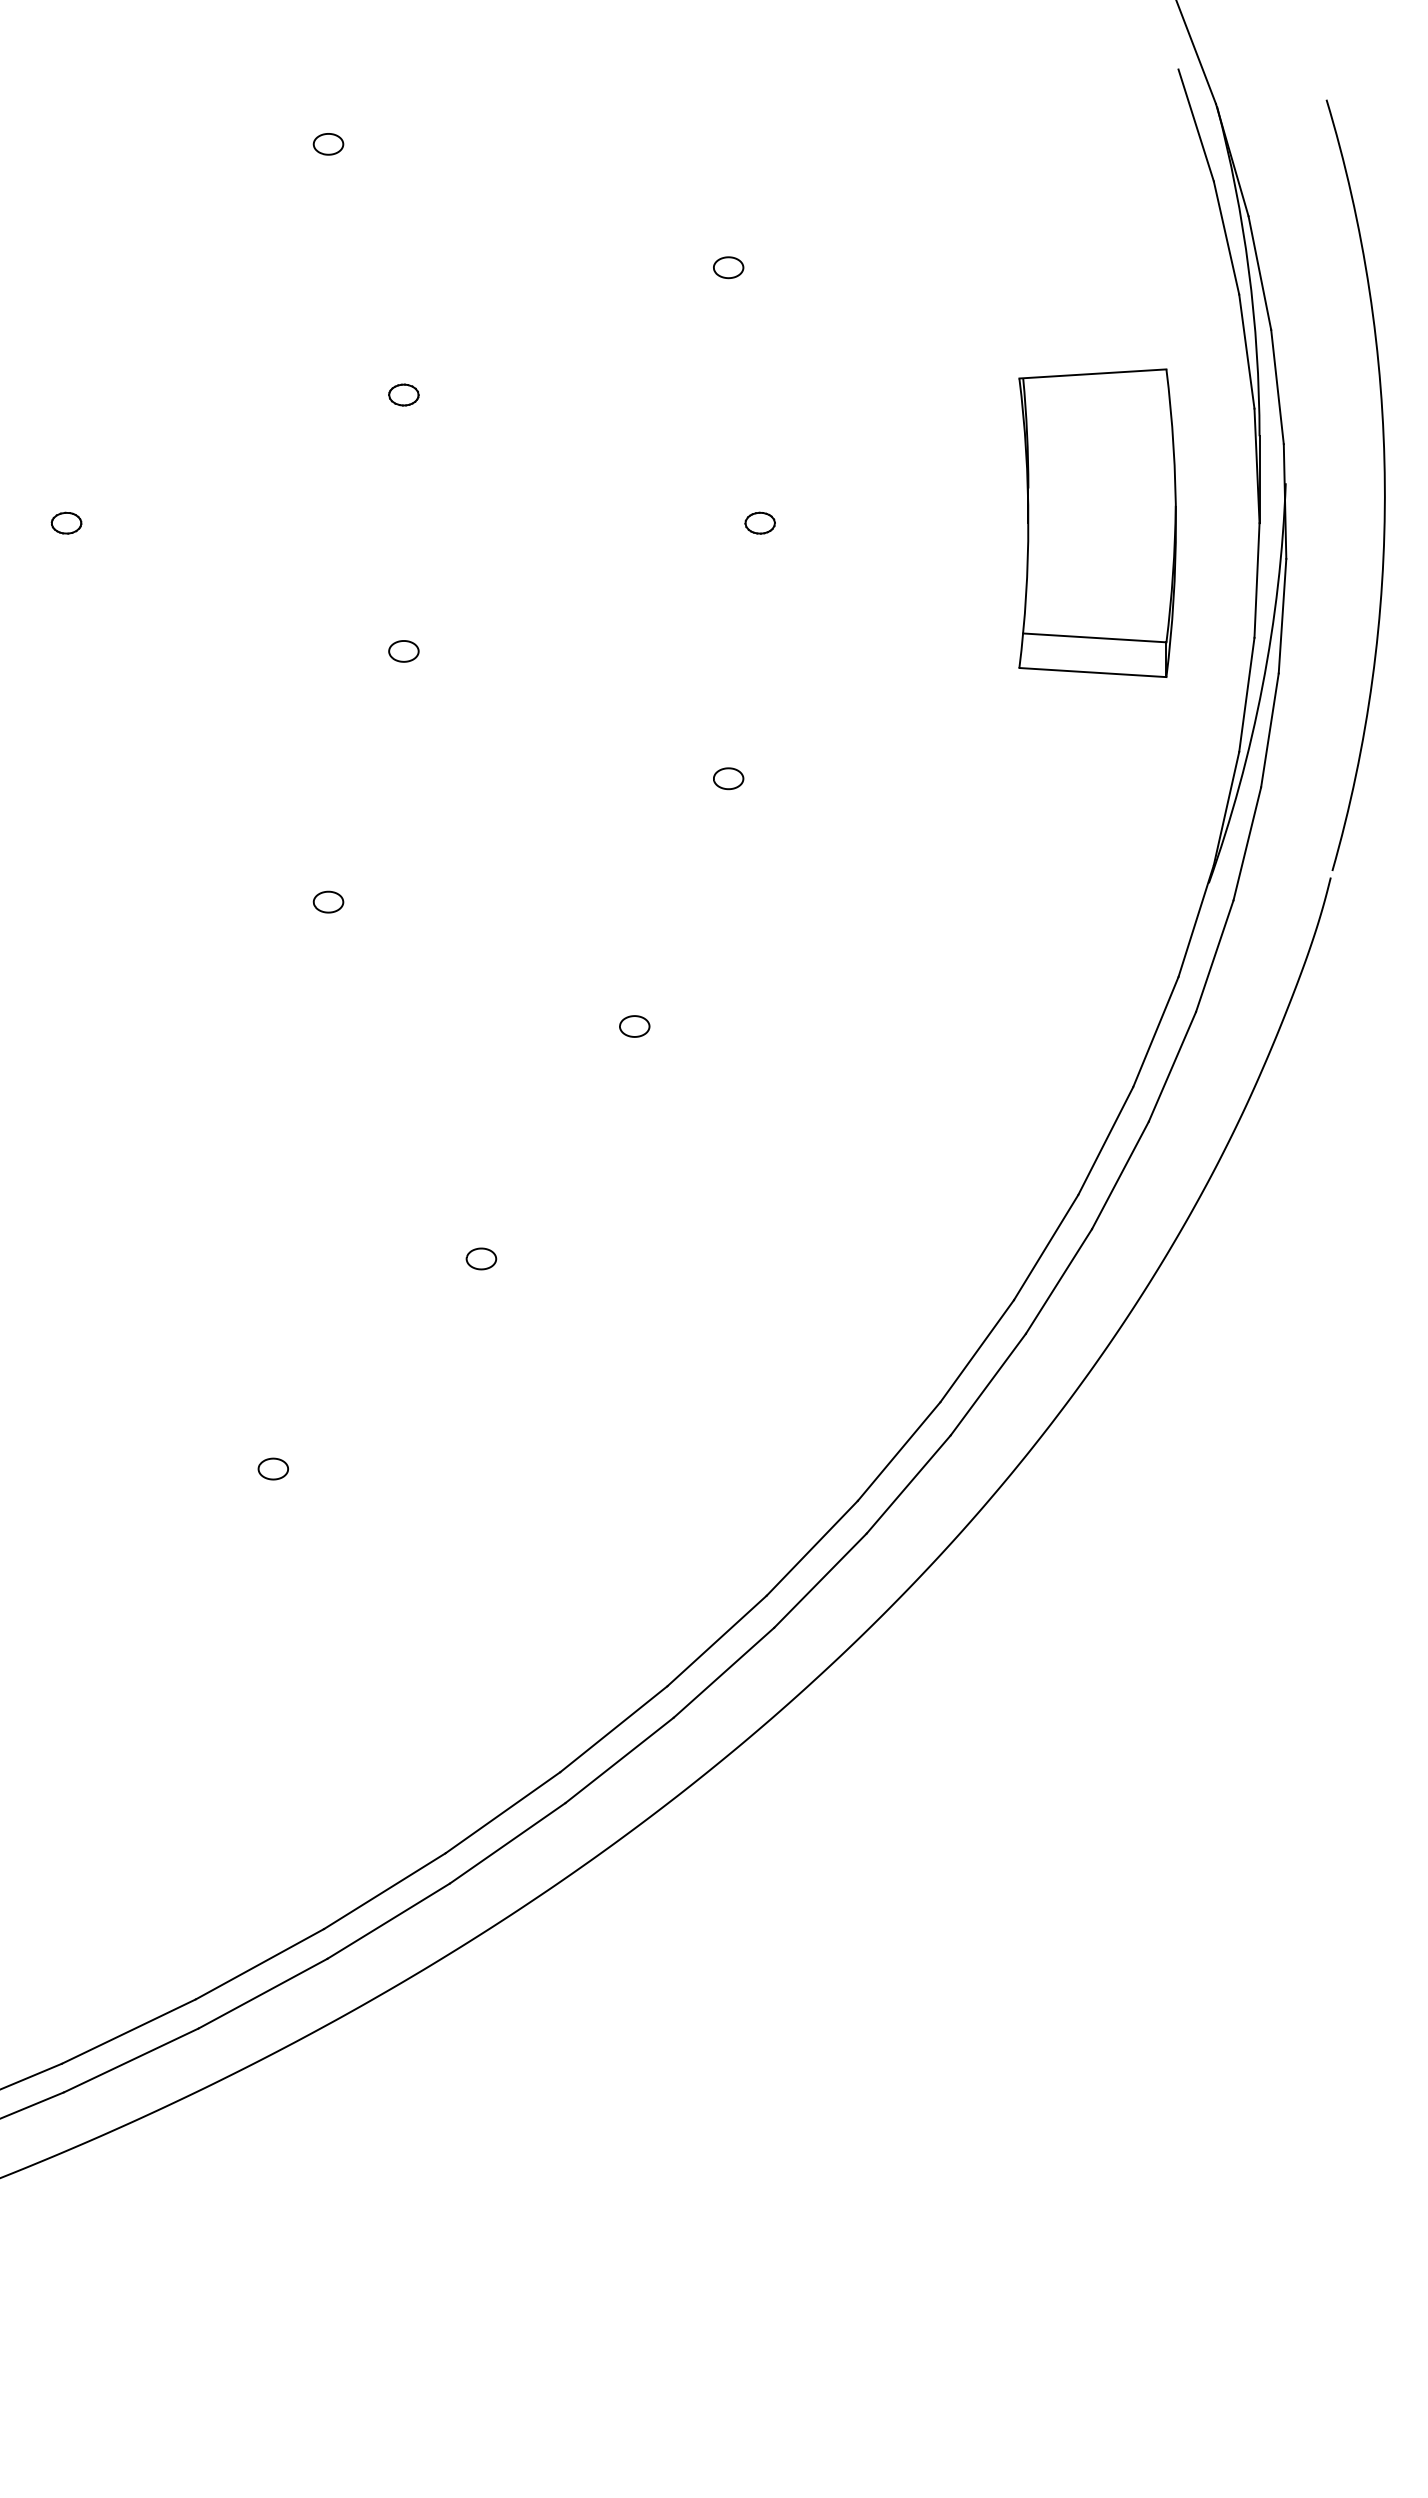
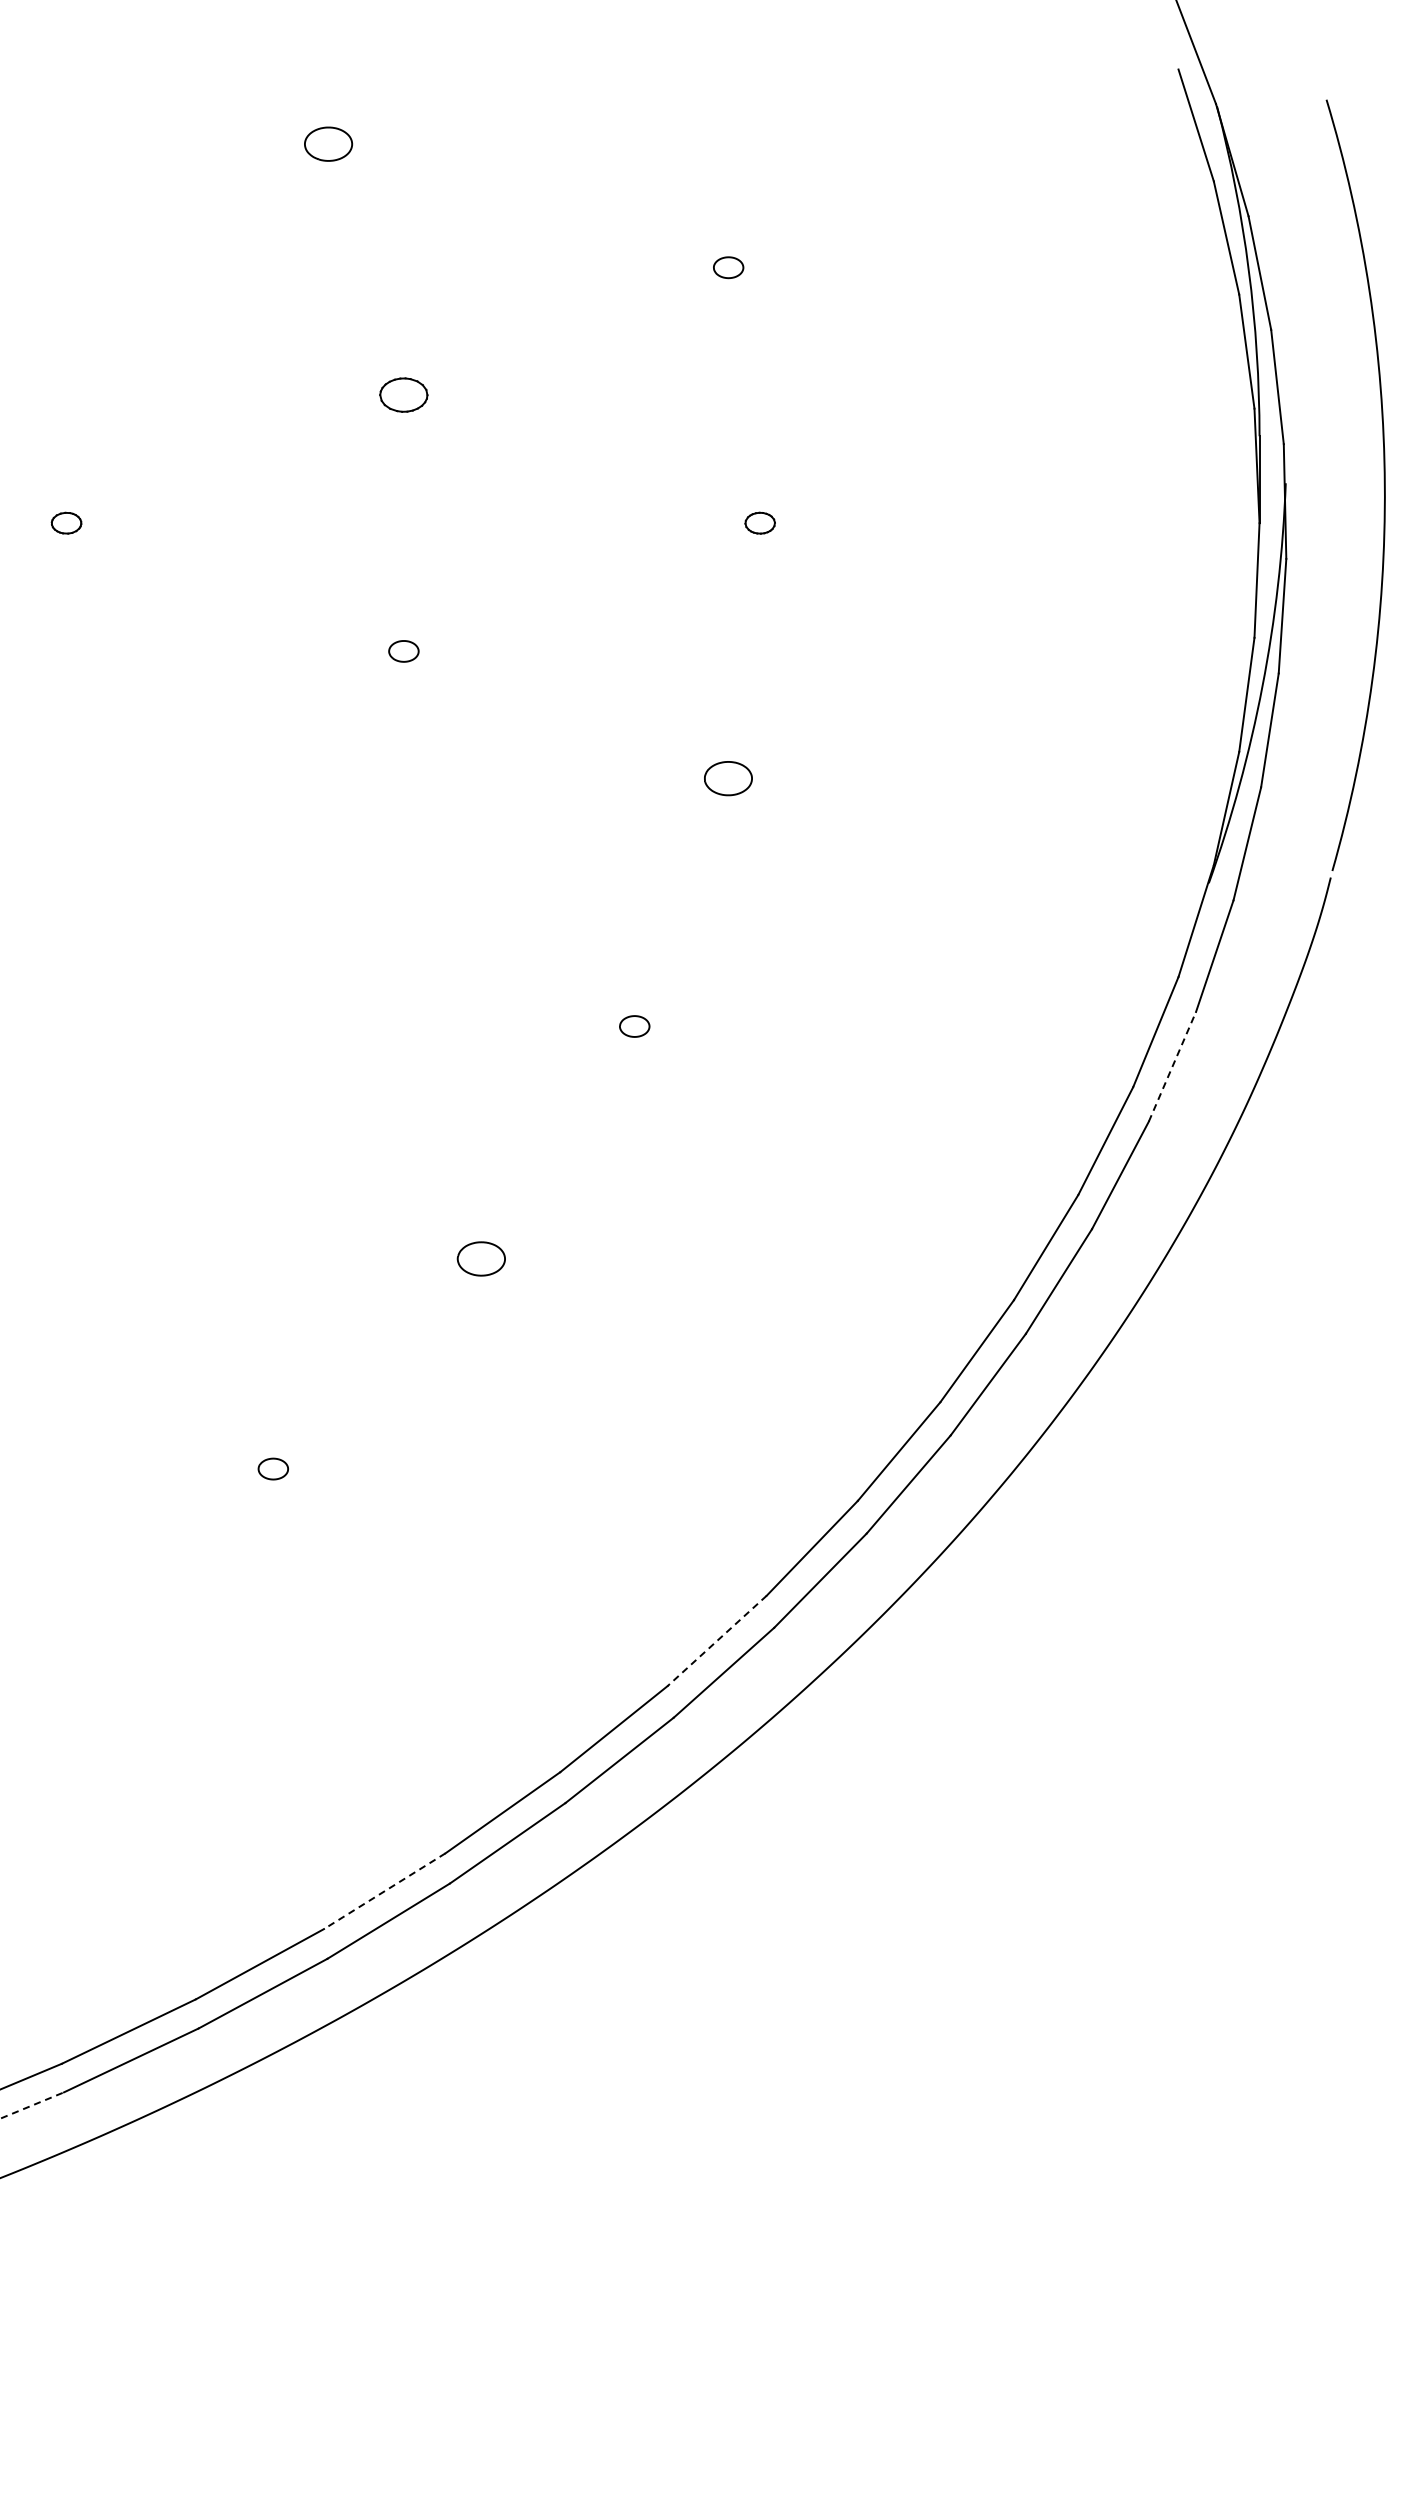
part at (328, 144) size: 33x23 px -> 50x36 px
part at (403, 394) size: 32x24 px -> 50x36 px
part at (1097, 522): present -> none
part at (728, 778) size: 32x24 px -> 49x36 px
part at (328, 901): present -> none
line at (1172, 1066): solid -> dashed
part at (481, 1258) size: 33x24 px -> 50x36 px
line at (716, 1641): solid -> dashed
line at (384, 1891): solid -> dashed
line at (32, 2105): solid -> dashed
